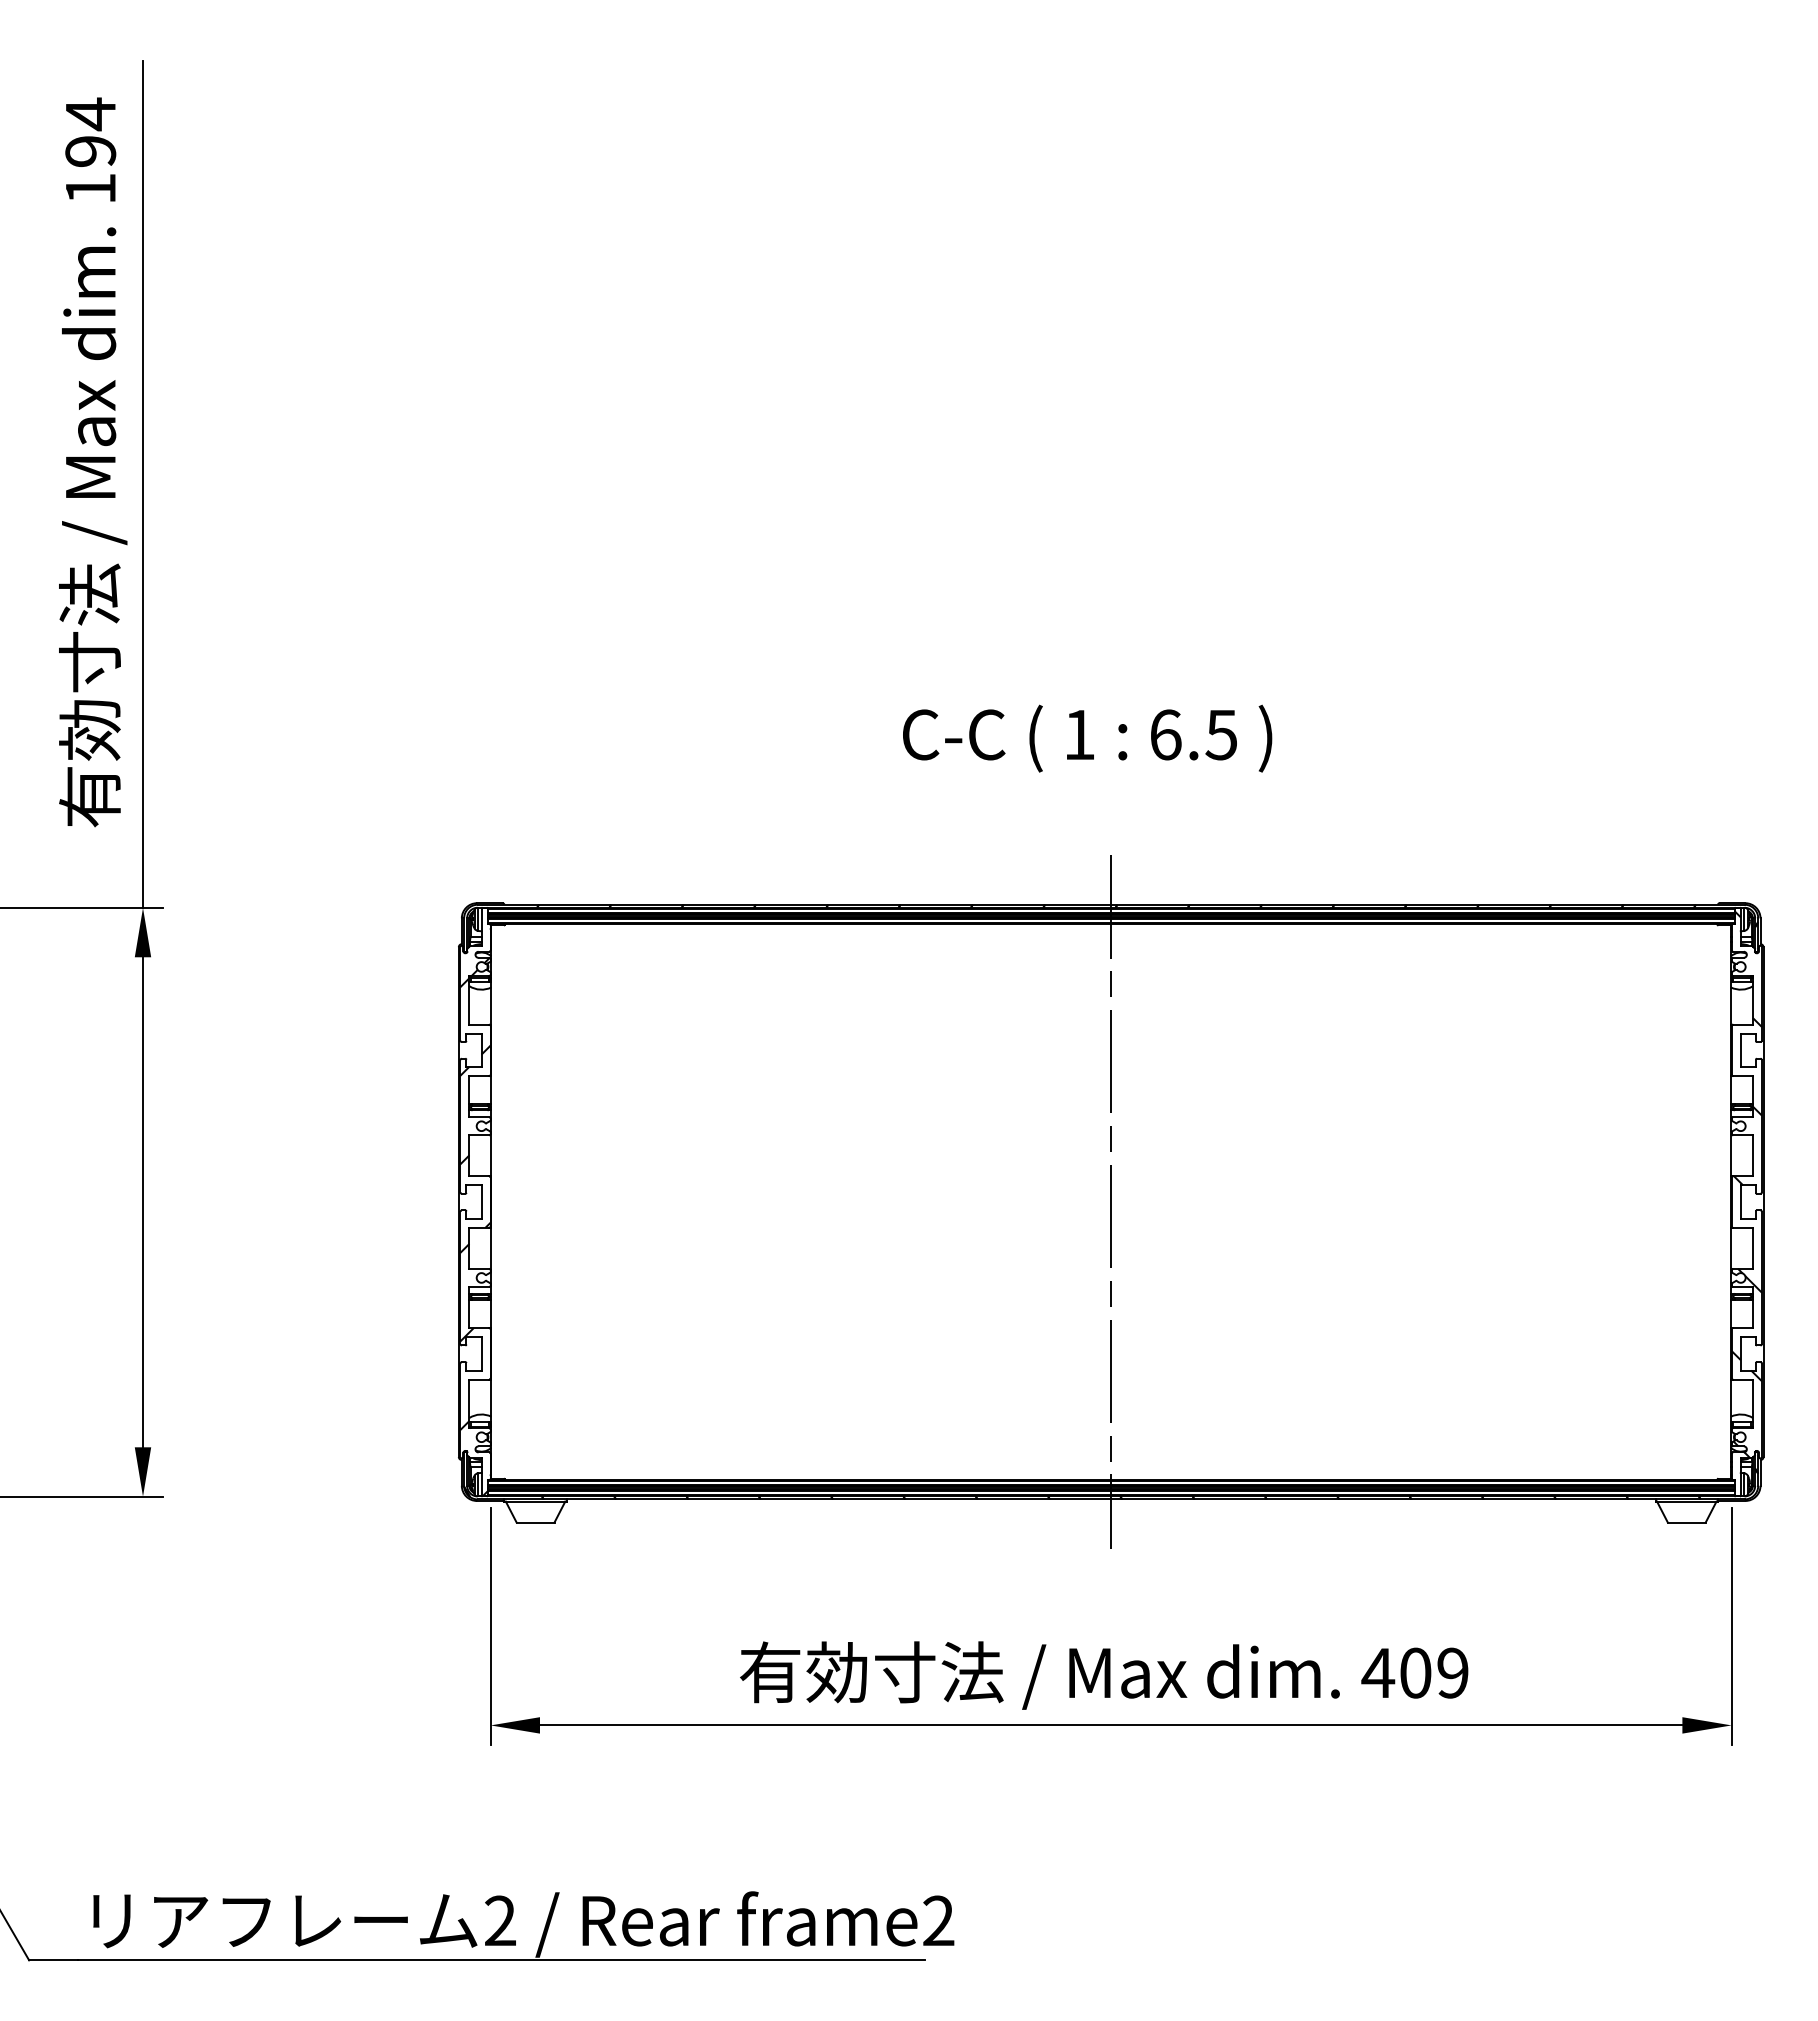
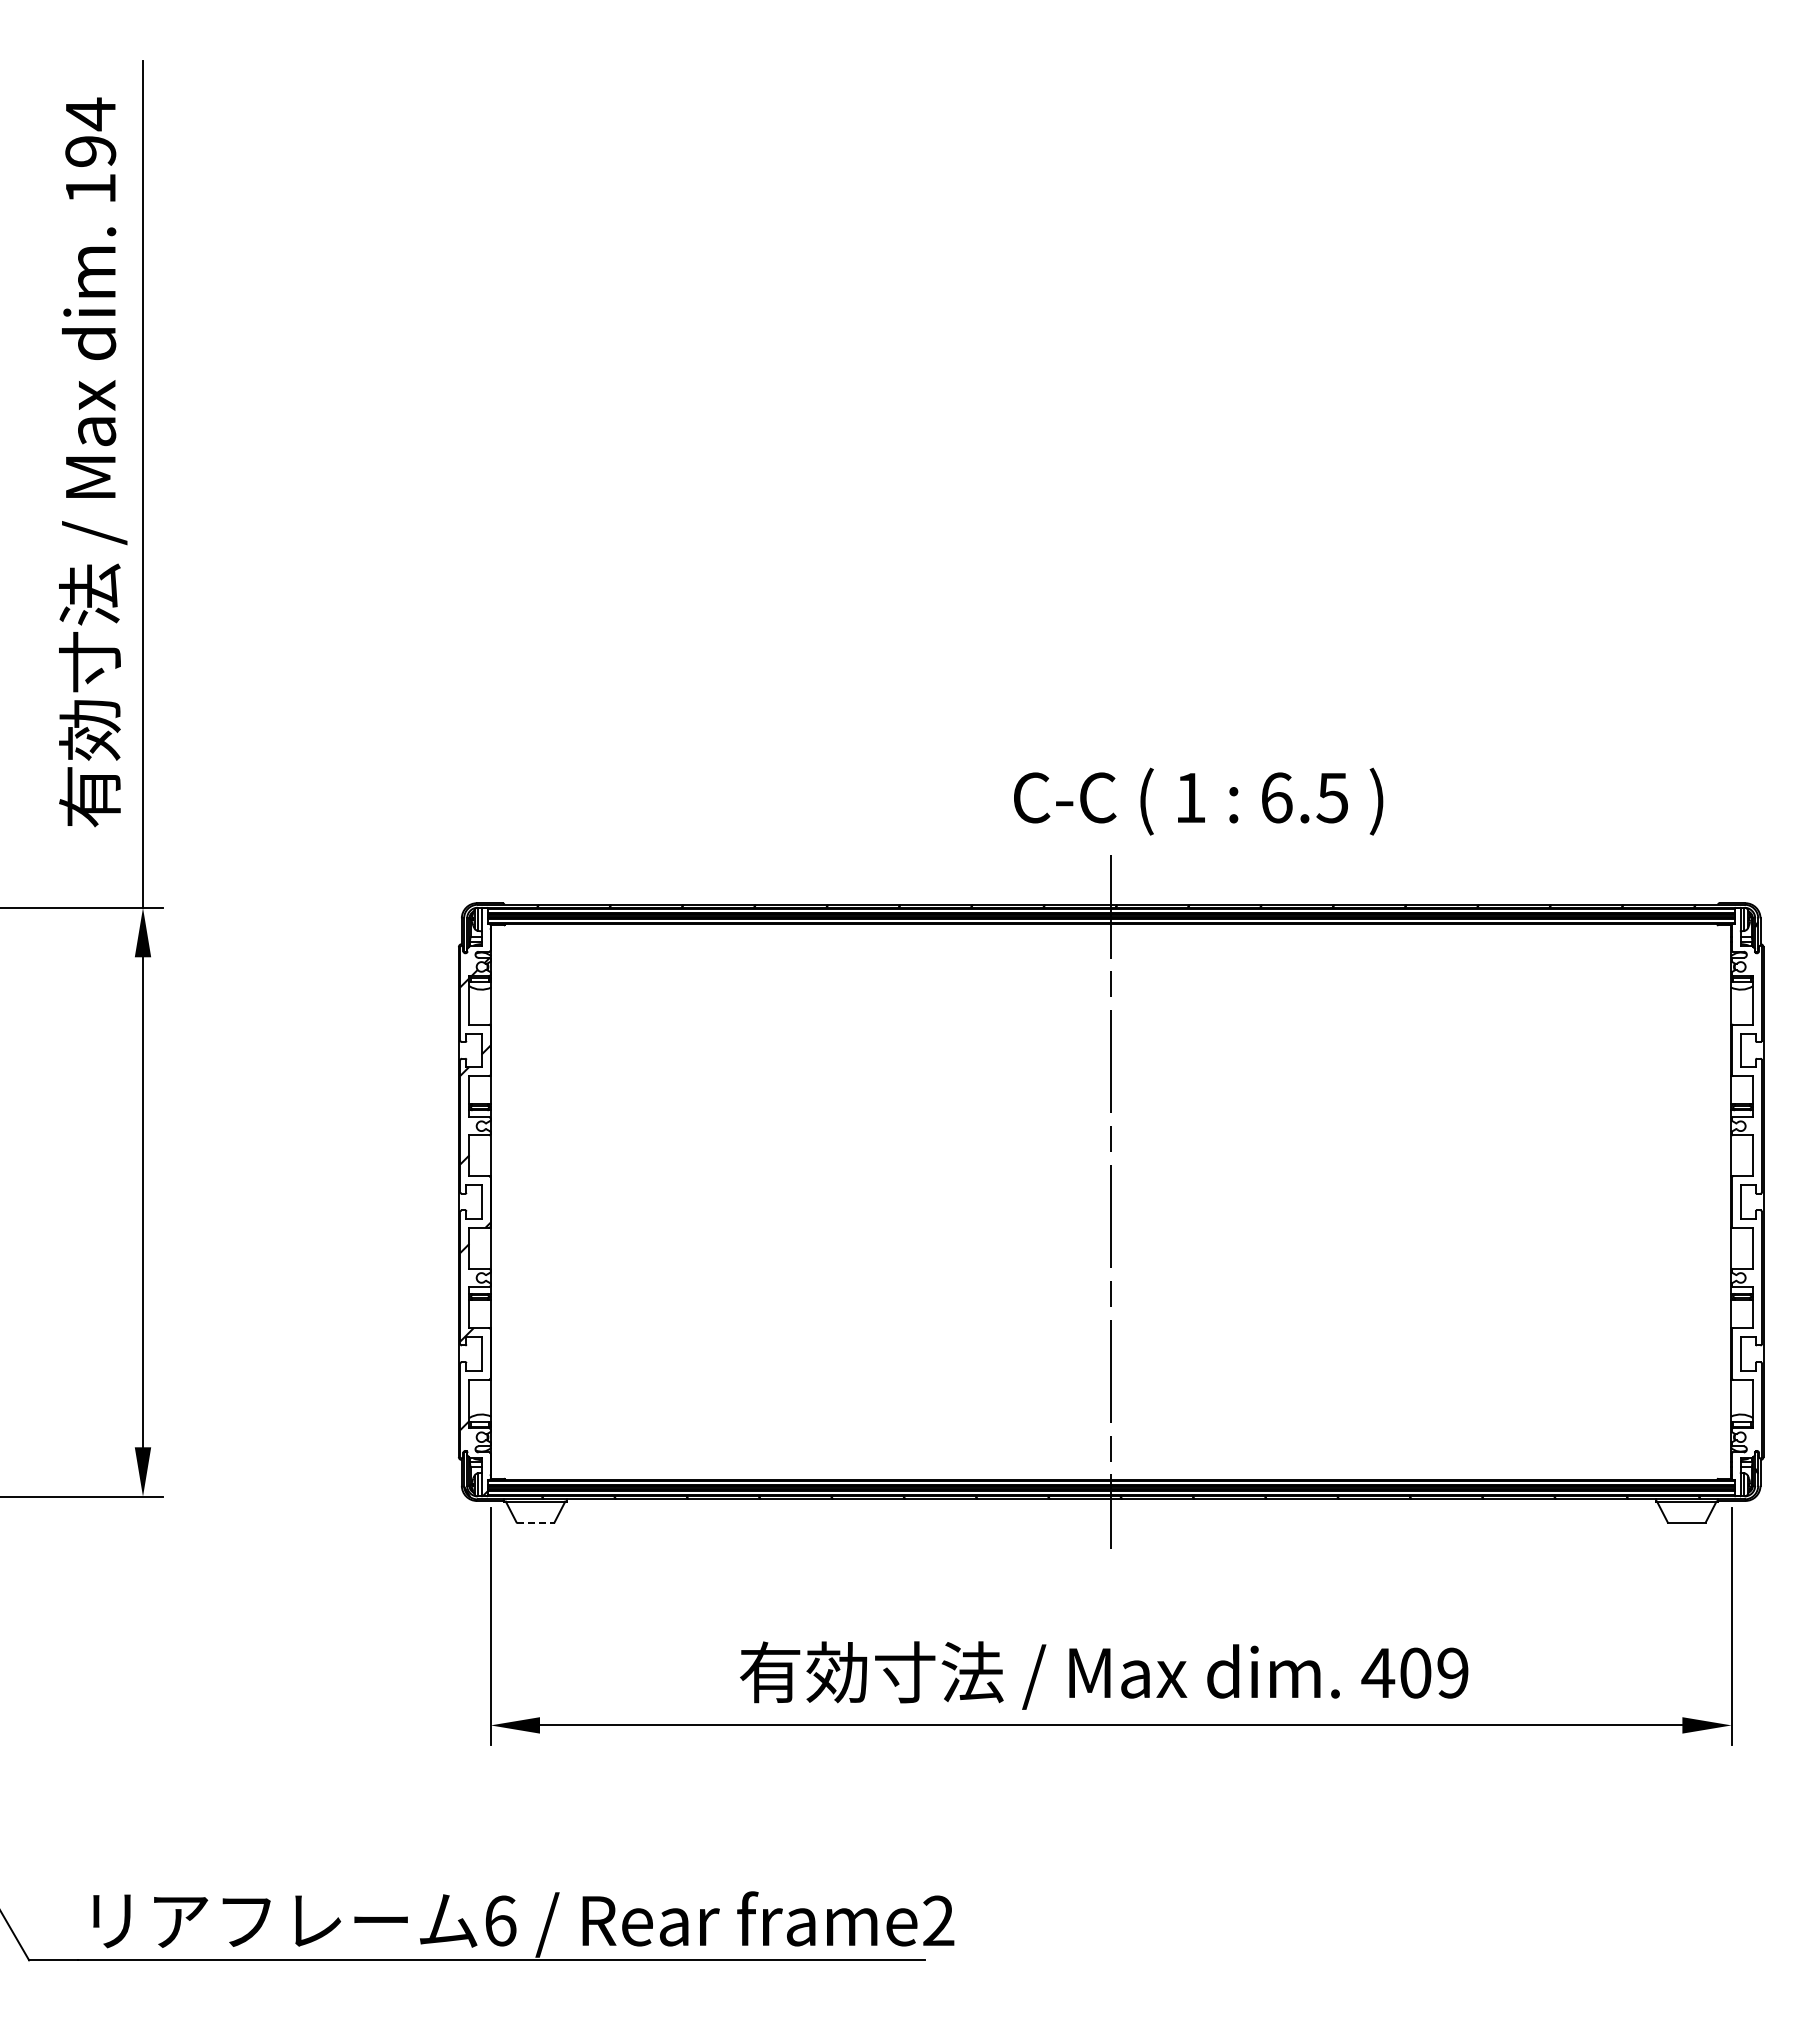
text at (1087, 738) position: (1087, 738) -> (1198, 801)
hatch at (1746, 1184): present -> none
line at (535, 1522): solid -> dashed
text at (500, 1920): 2 -> 6
